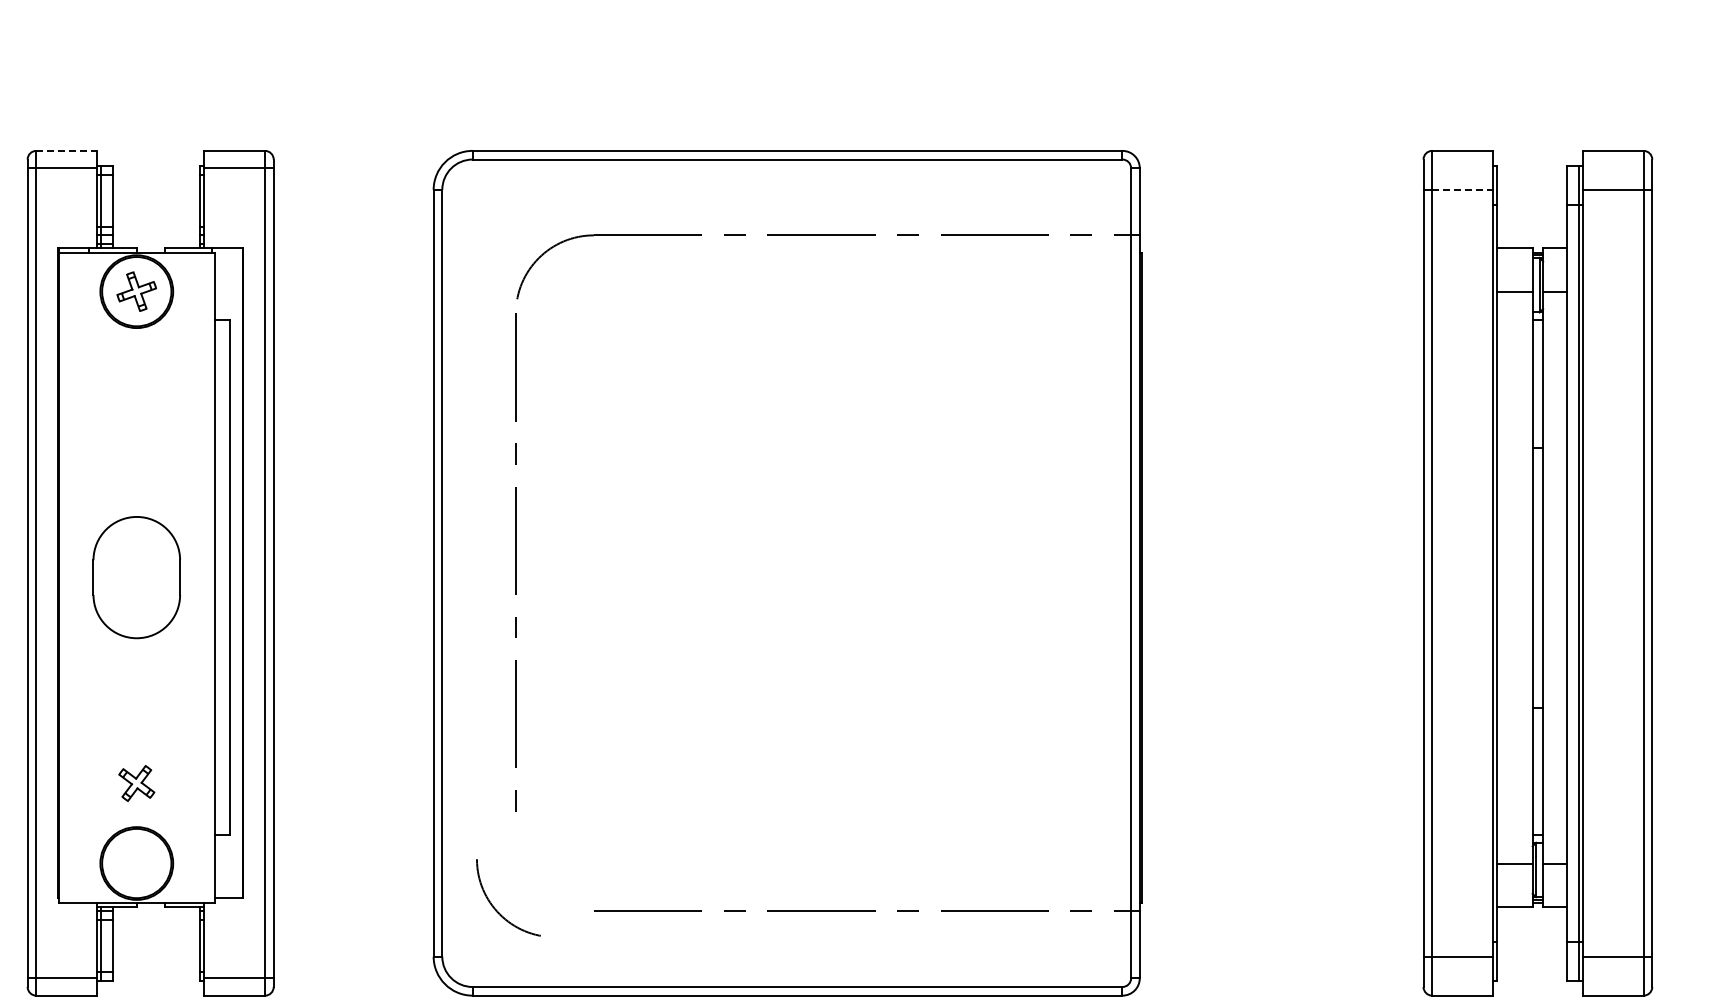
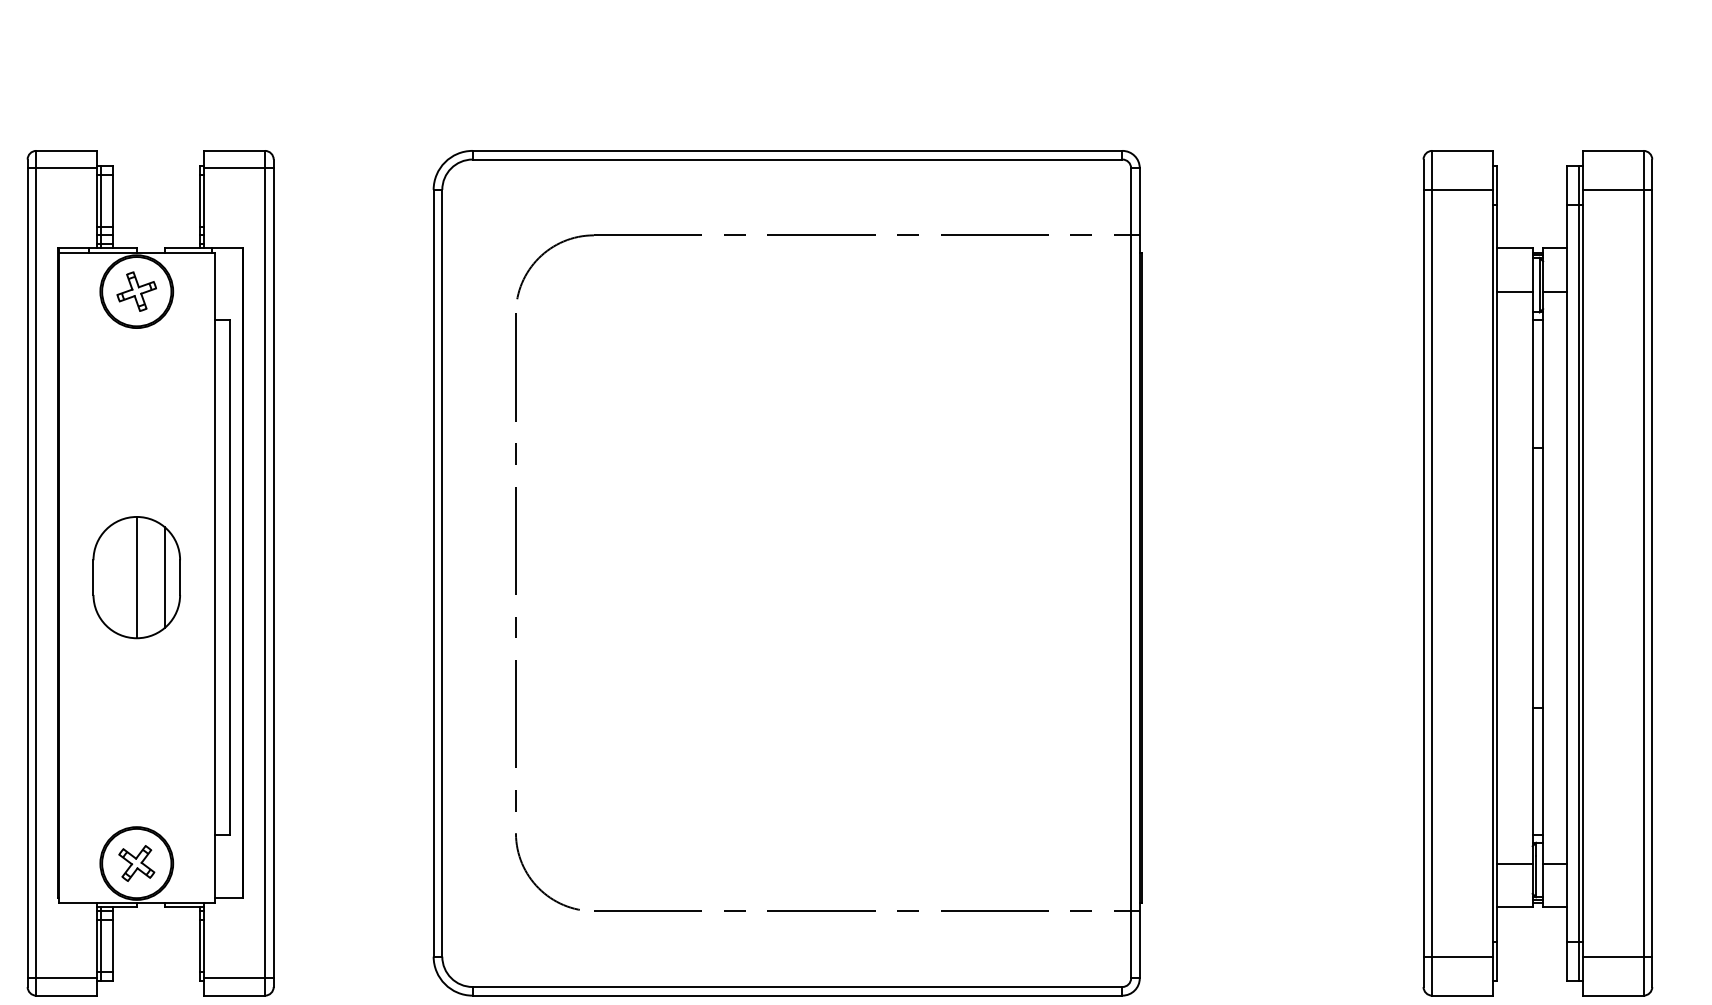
line at (67, 150): dashed -> solid
line at (1463, 189): dashed -> solid
line at (136, 577): none -> present
line at (164, 577): none -> present
part at (136, 783) position: (136, 783) -> (136, 863)
arc at (494, 906) position: (494, 906) -> (533, 880)
